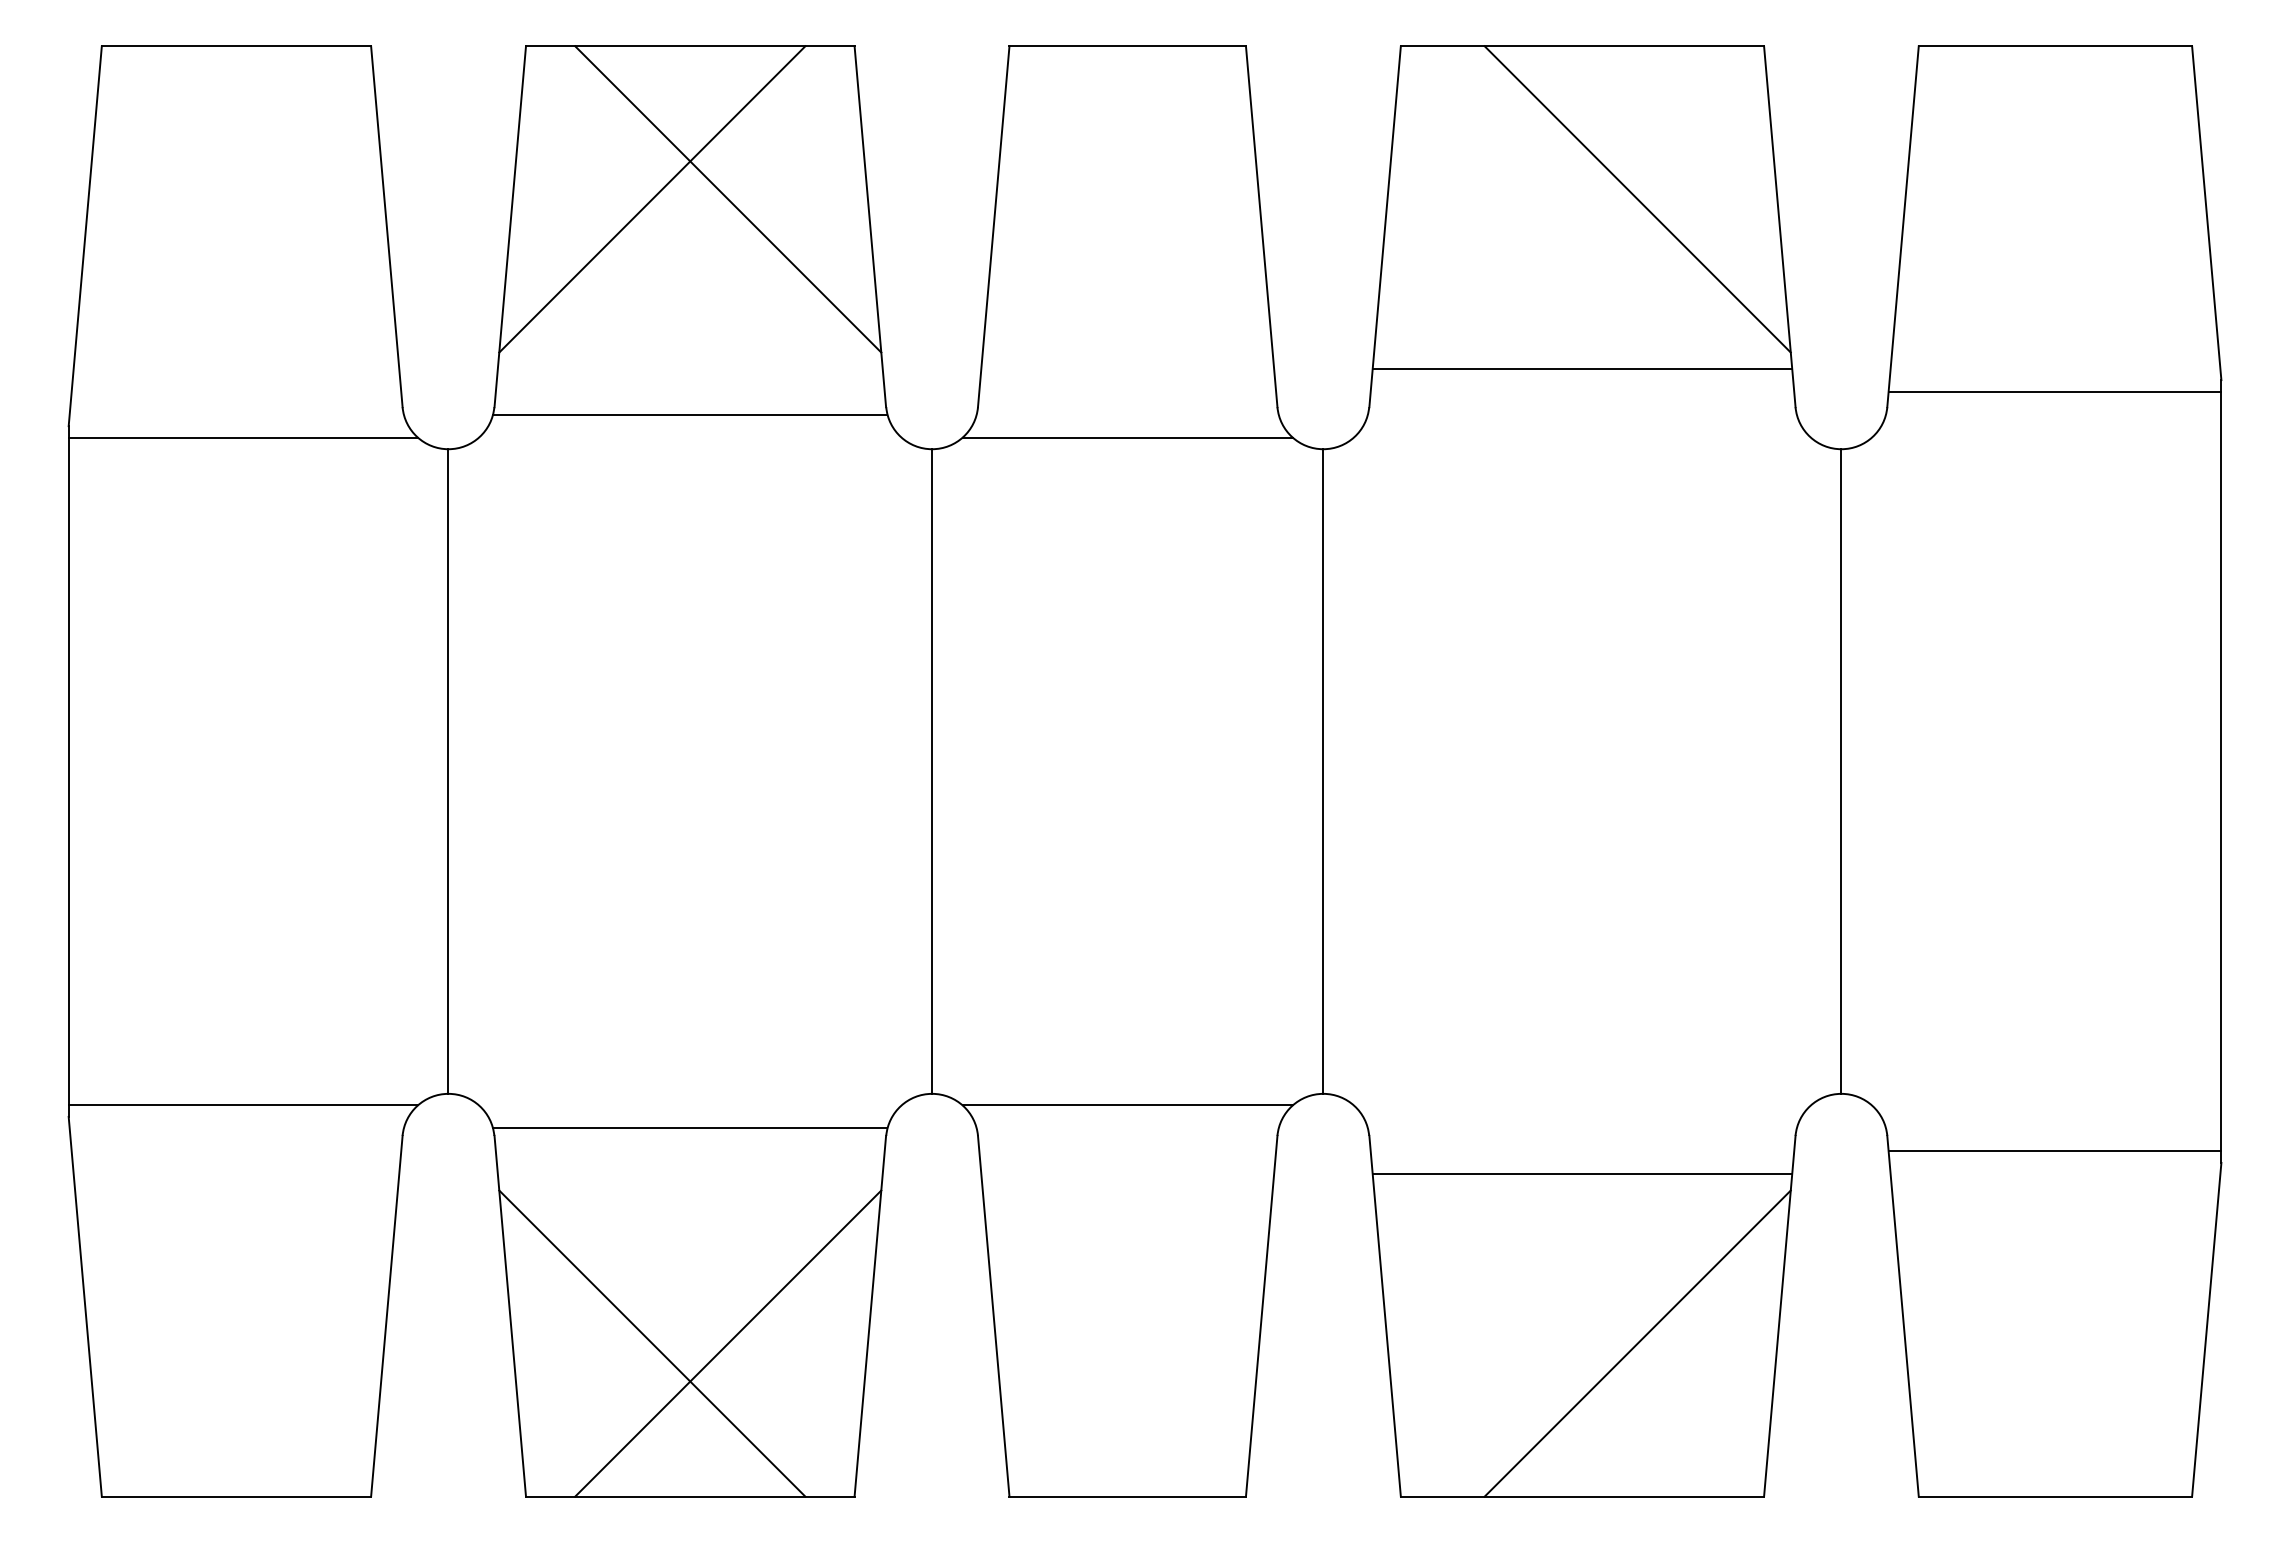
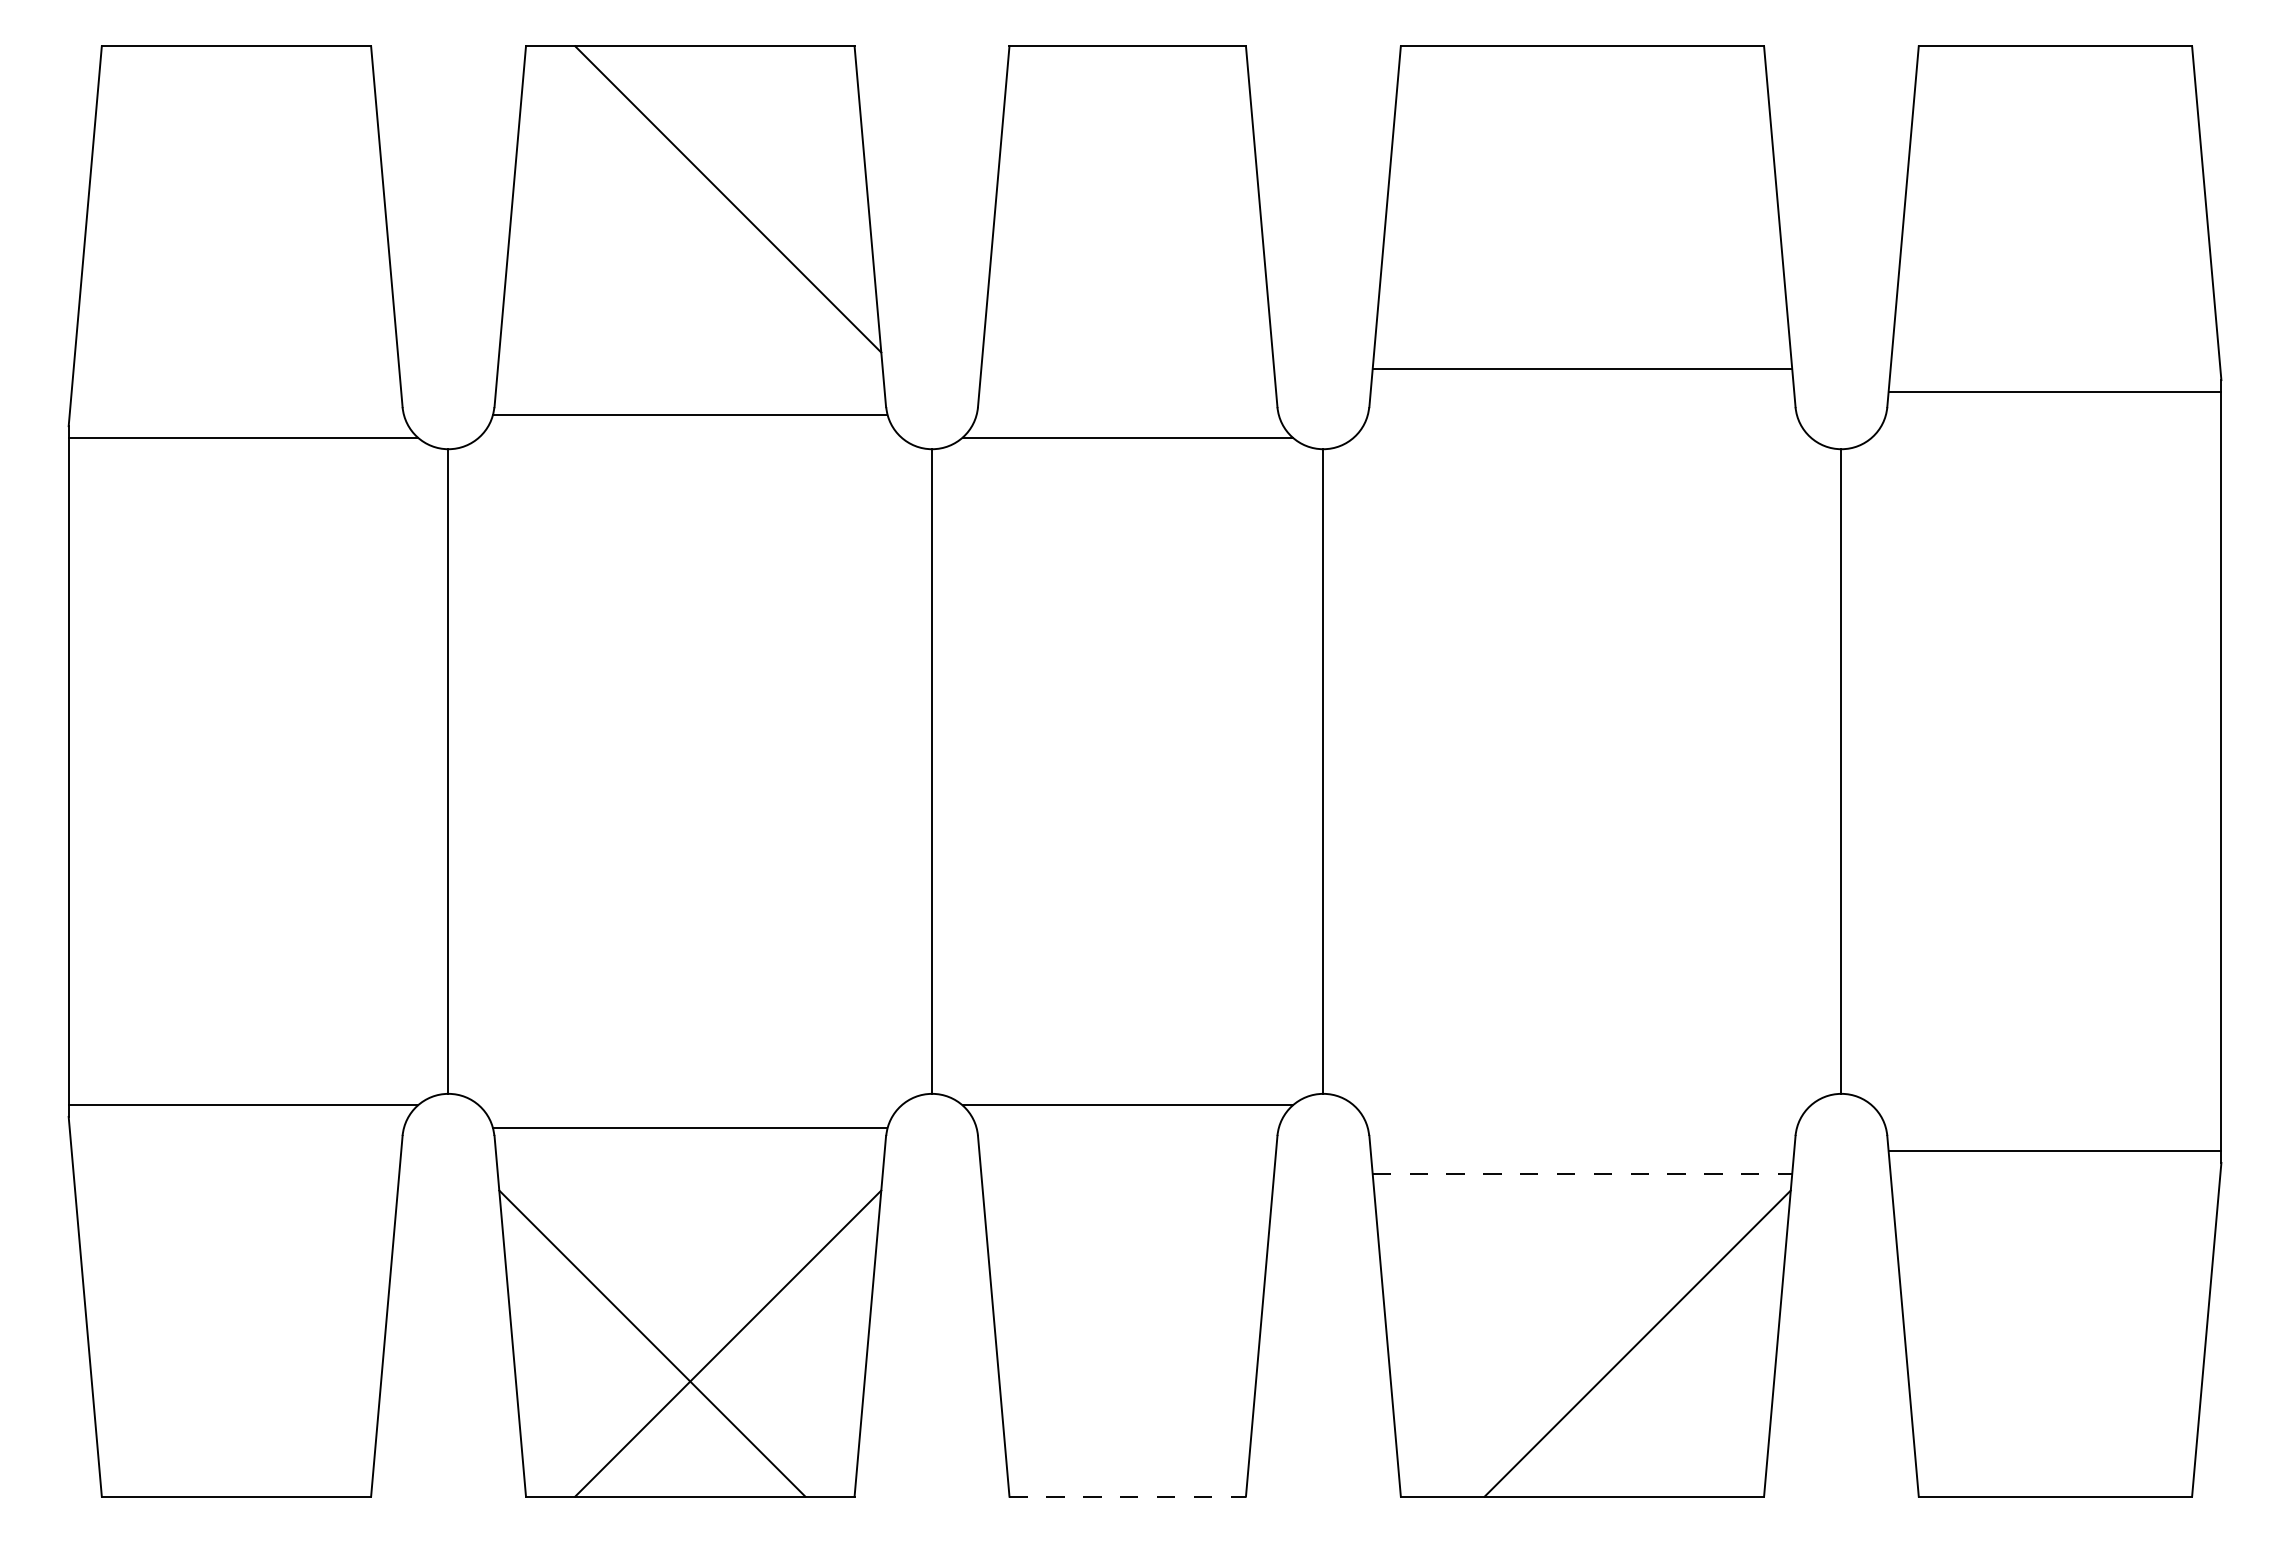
line at (652, 199): present -> none
line at (1637, 199): present -> none
line at (1582, 1174): solid -> dashed
line at (1128, 1496): solid -> dashed
